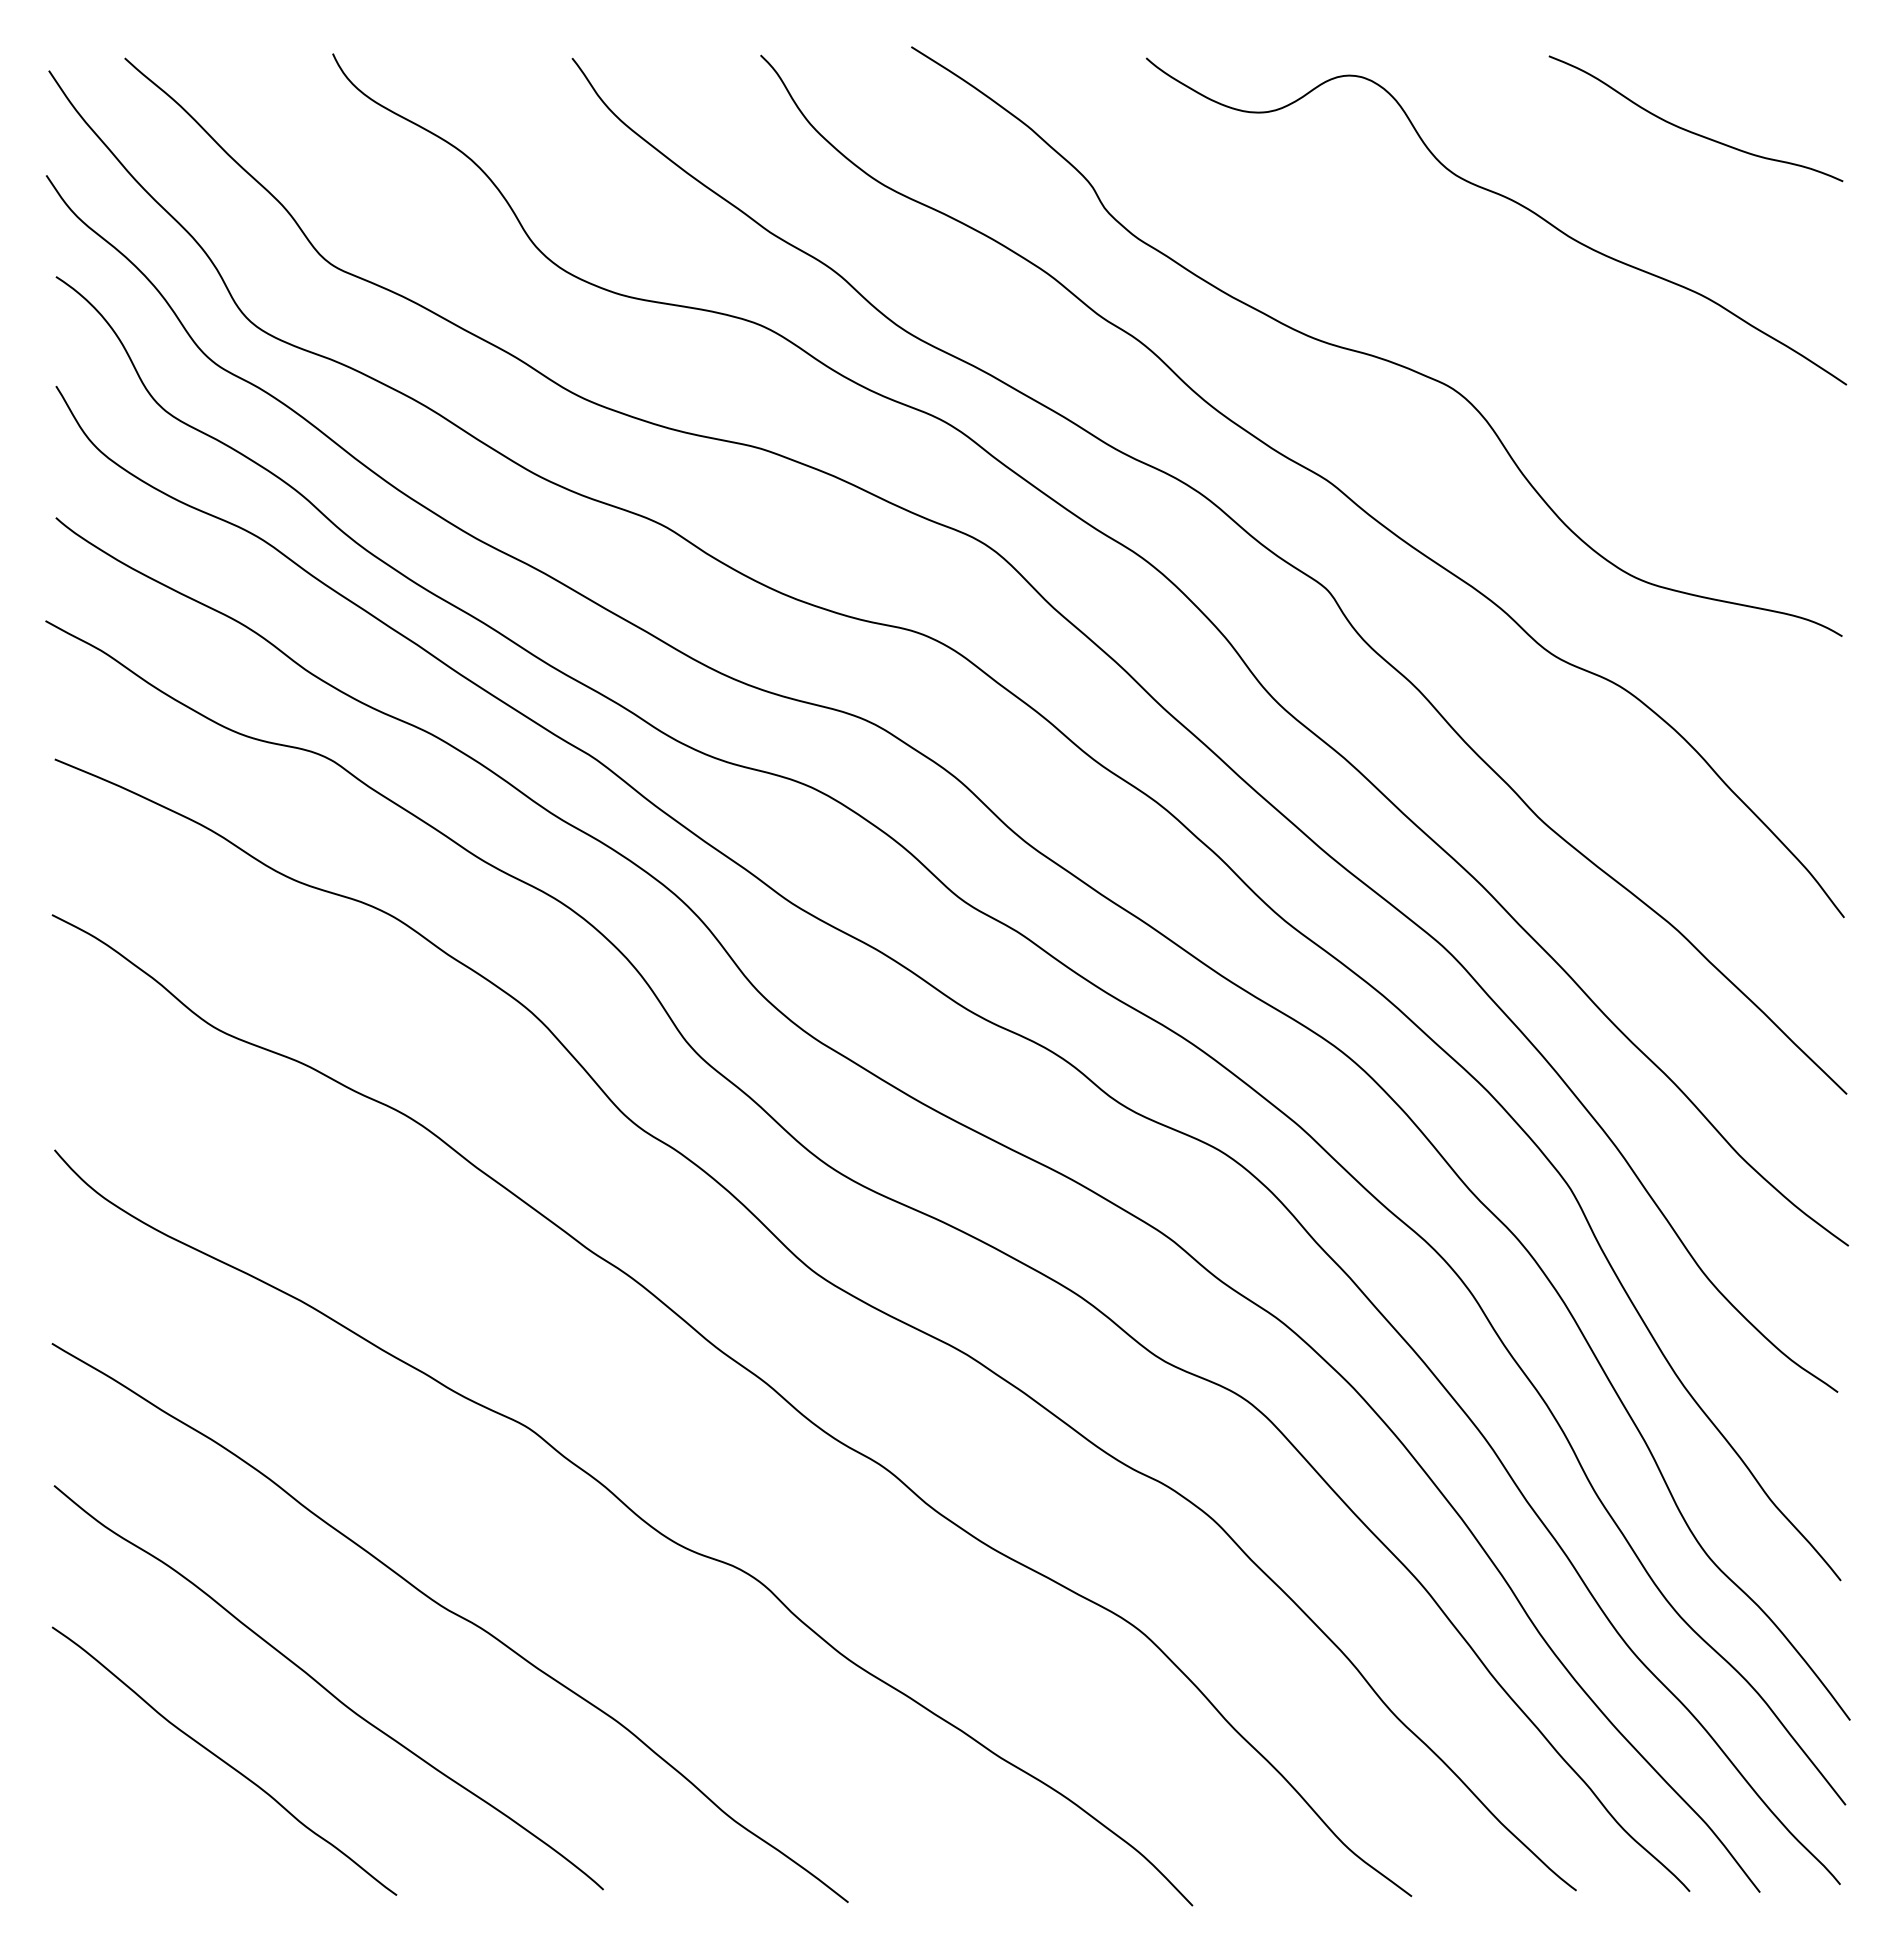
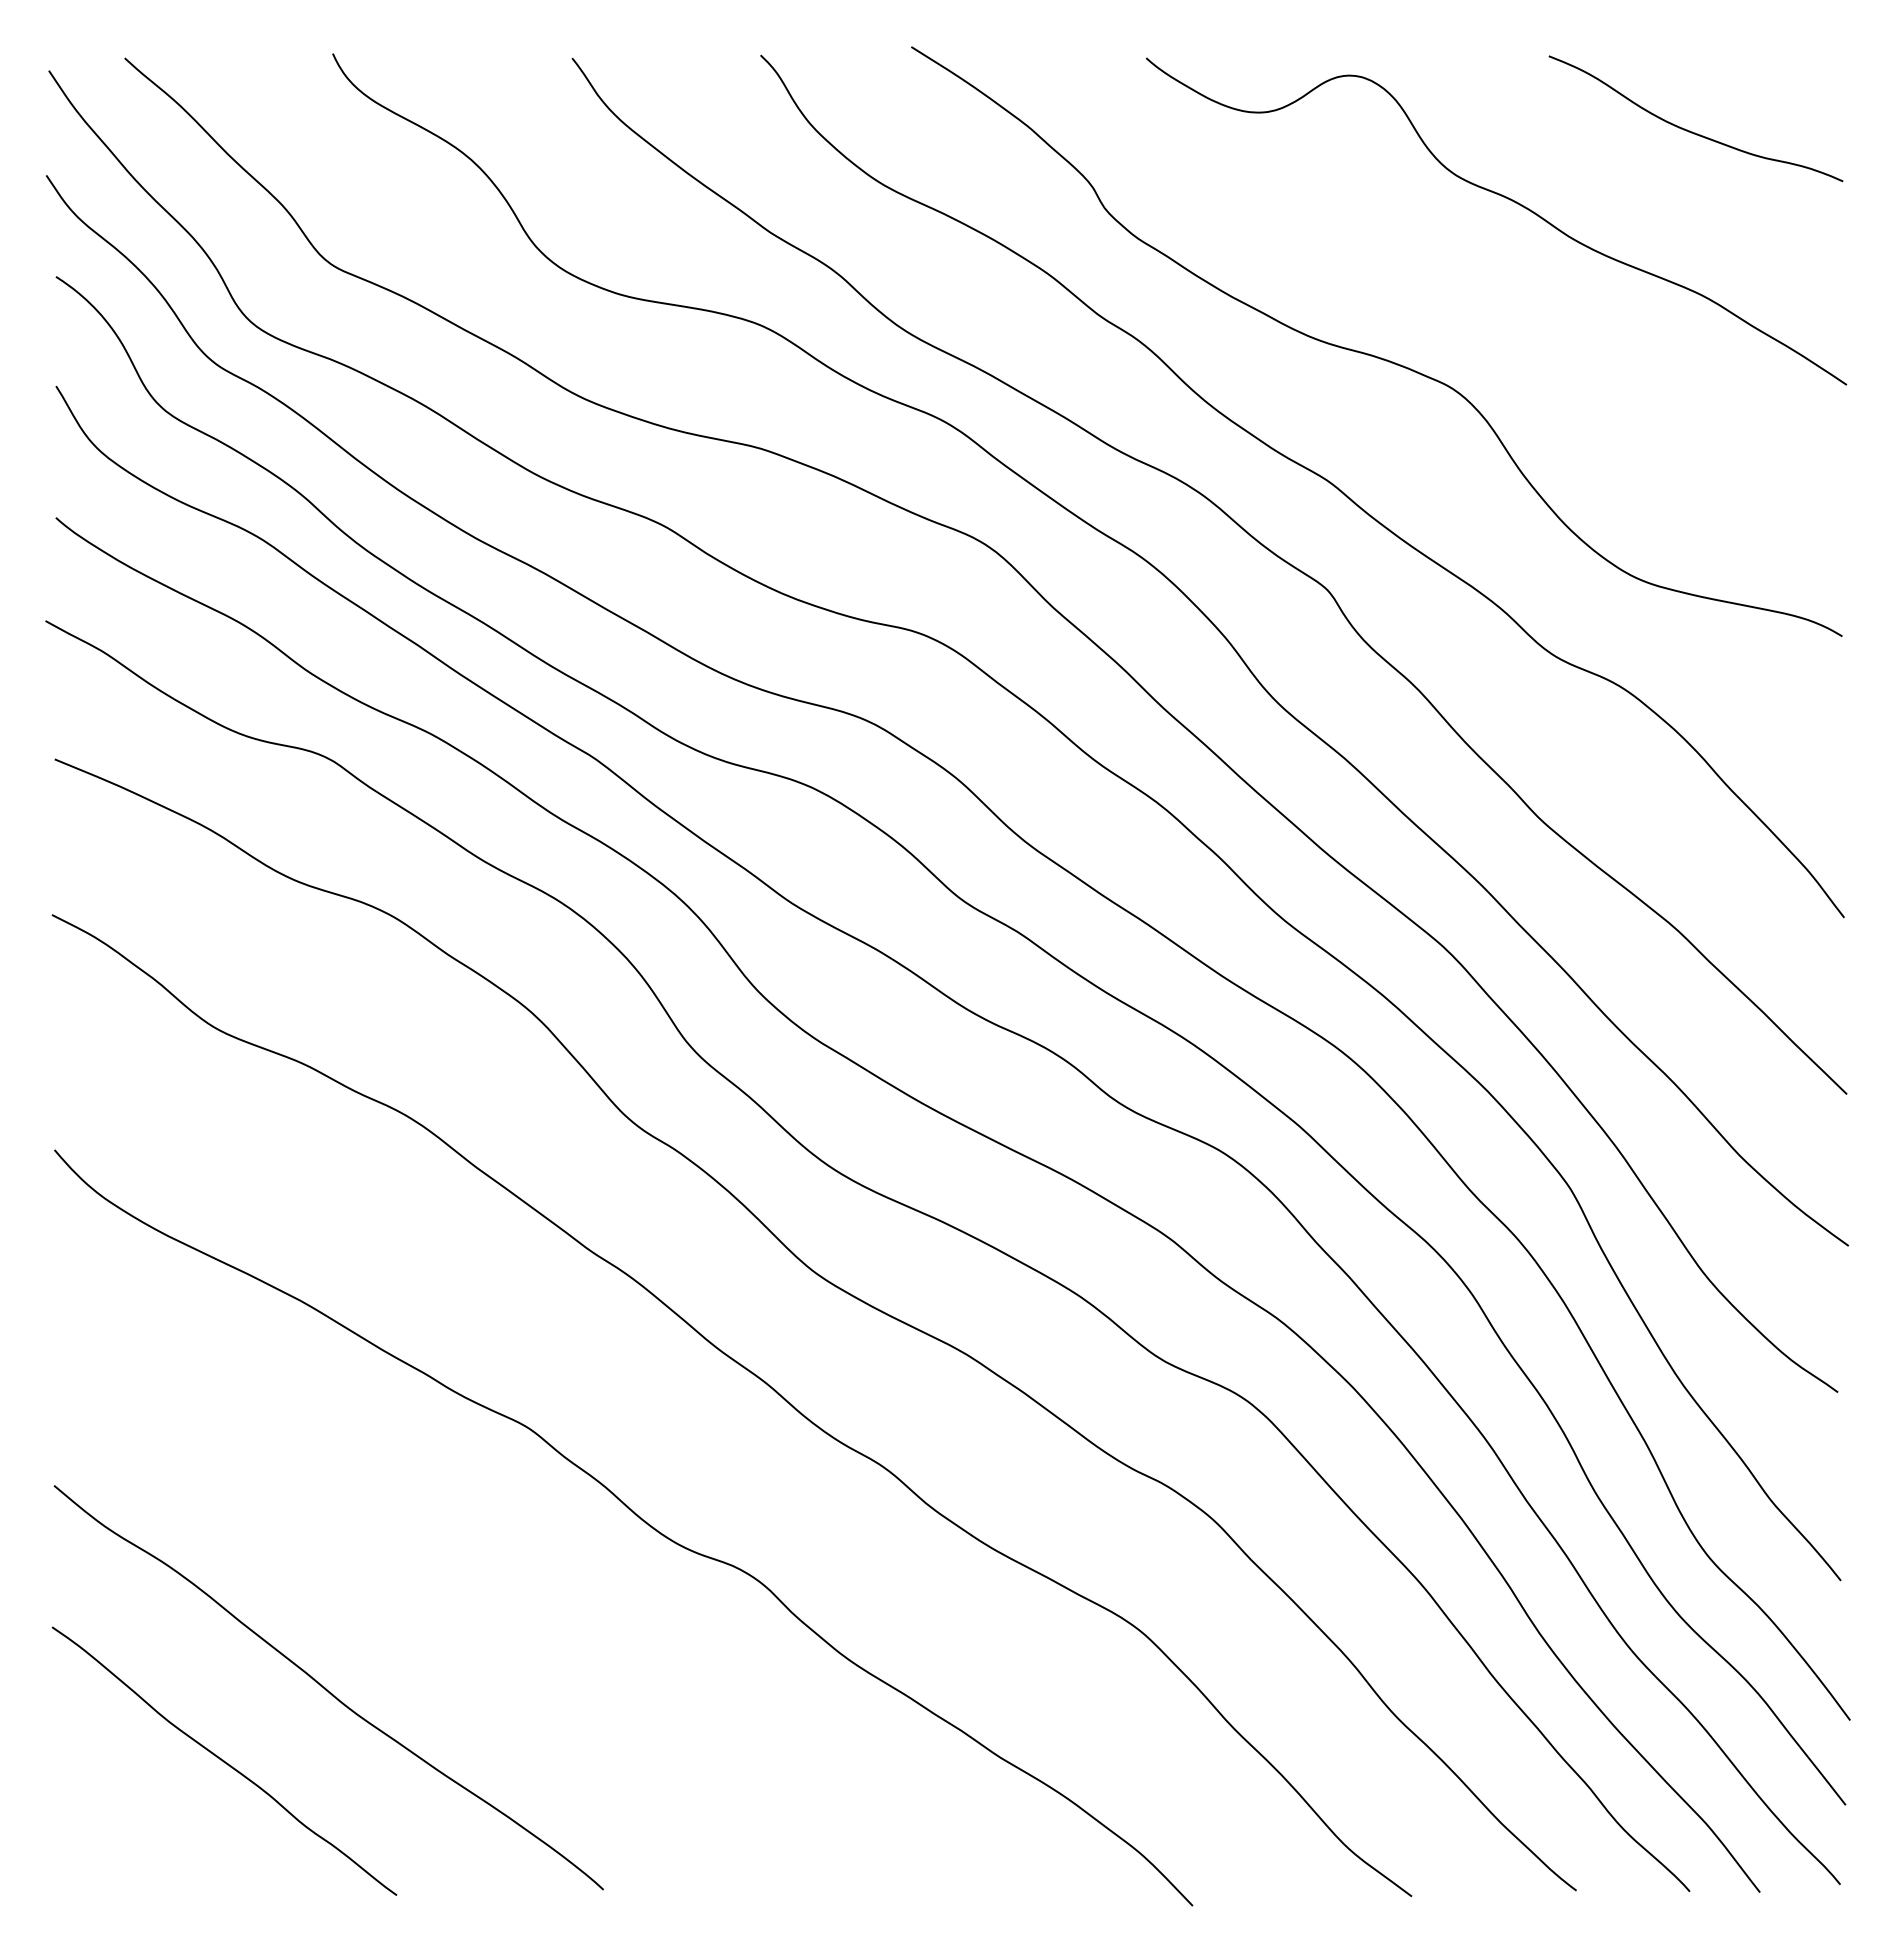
curve at (455, 1615): present -> none
